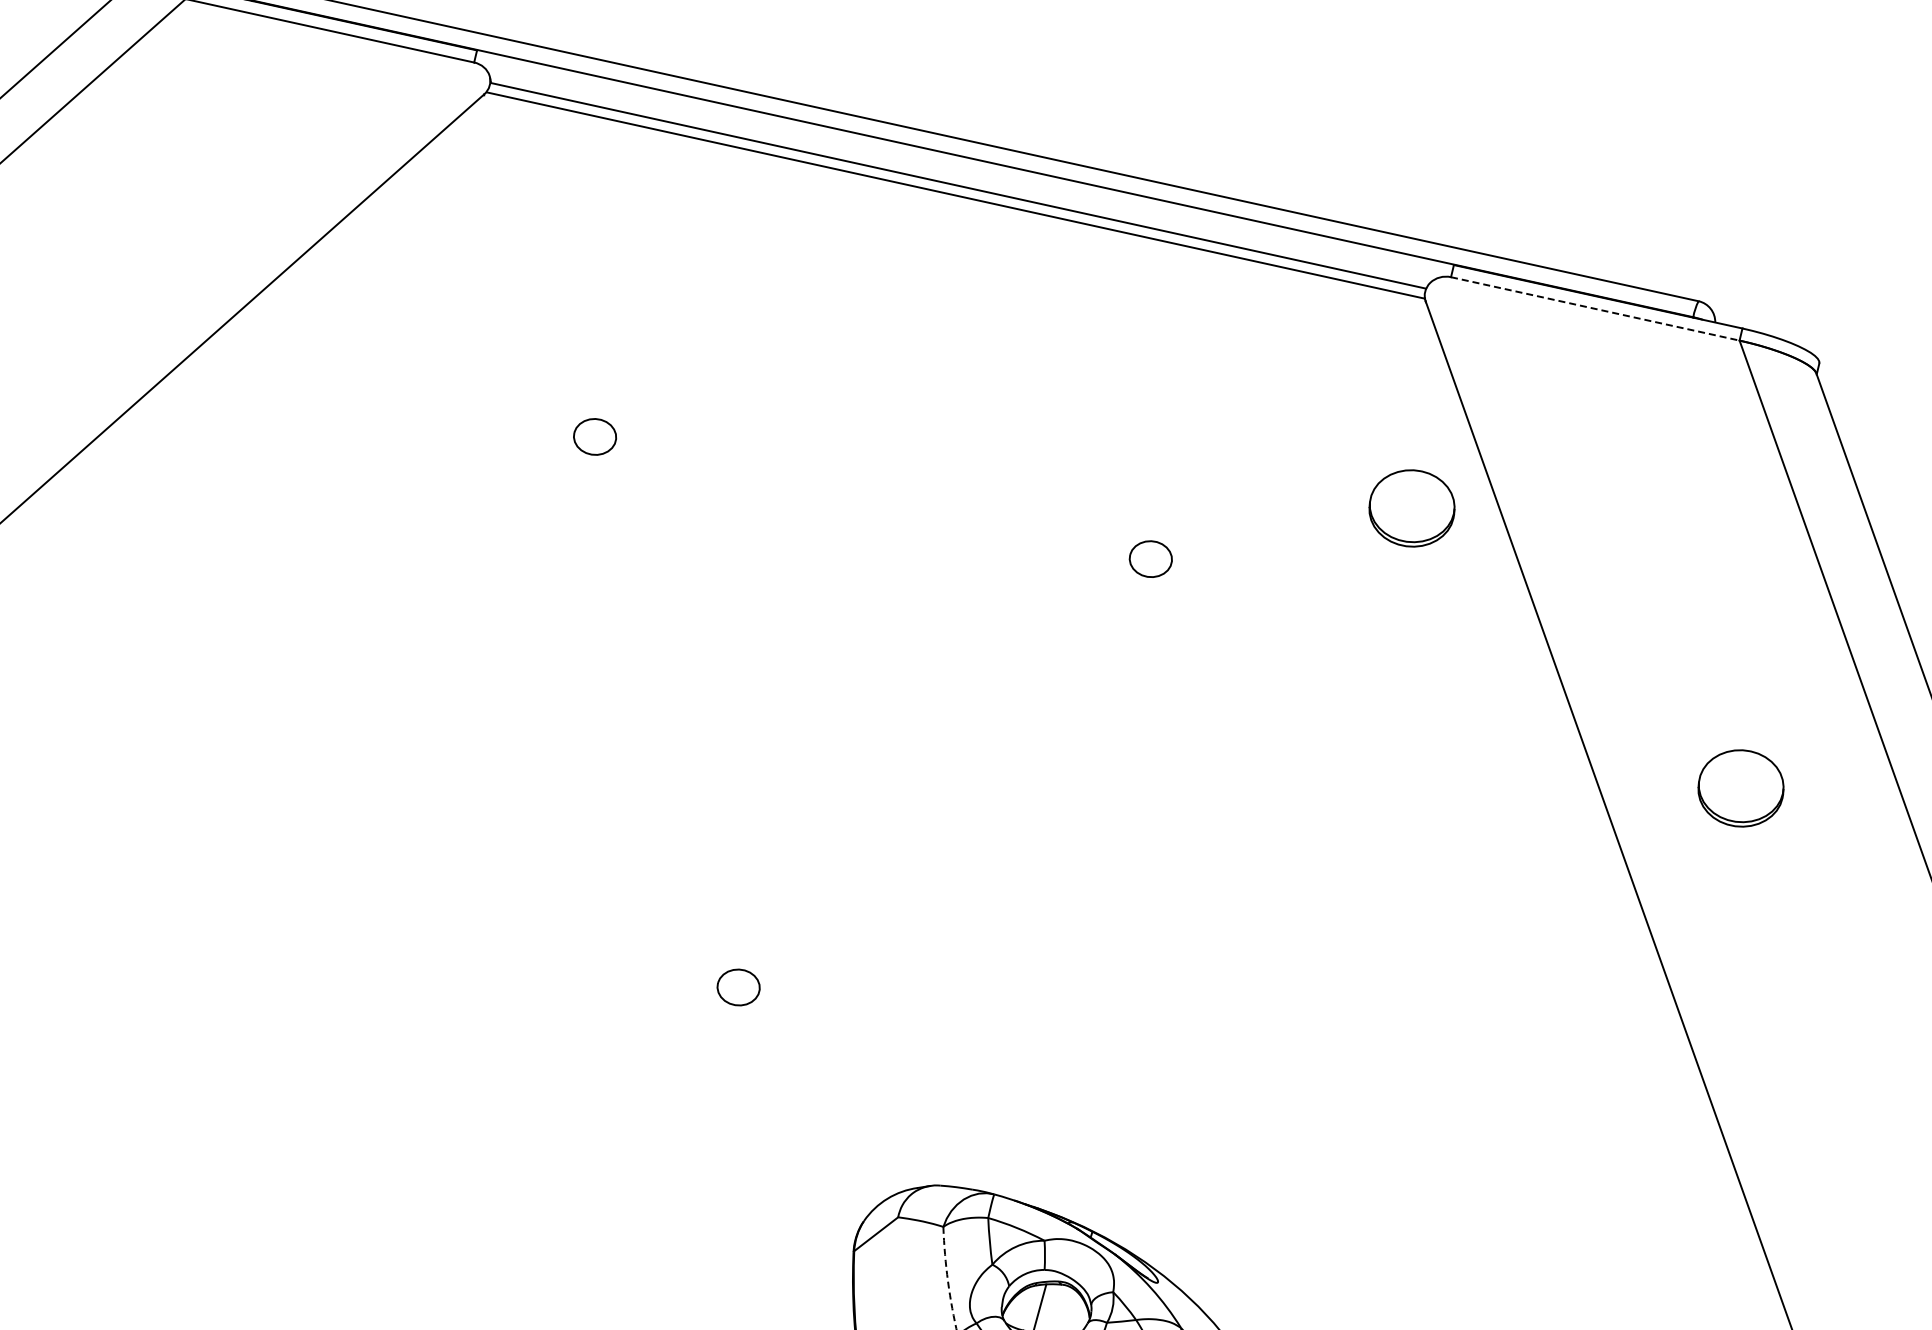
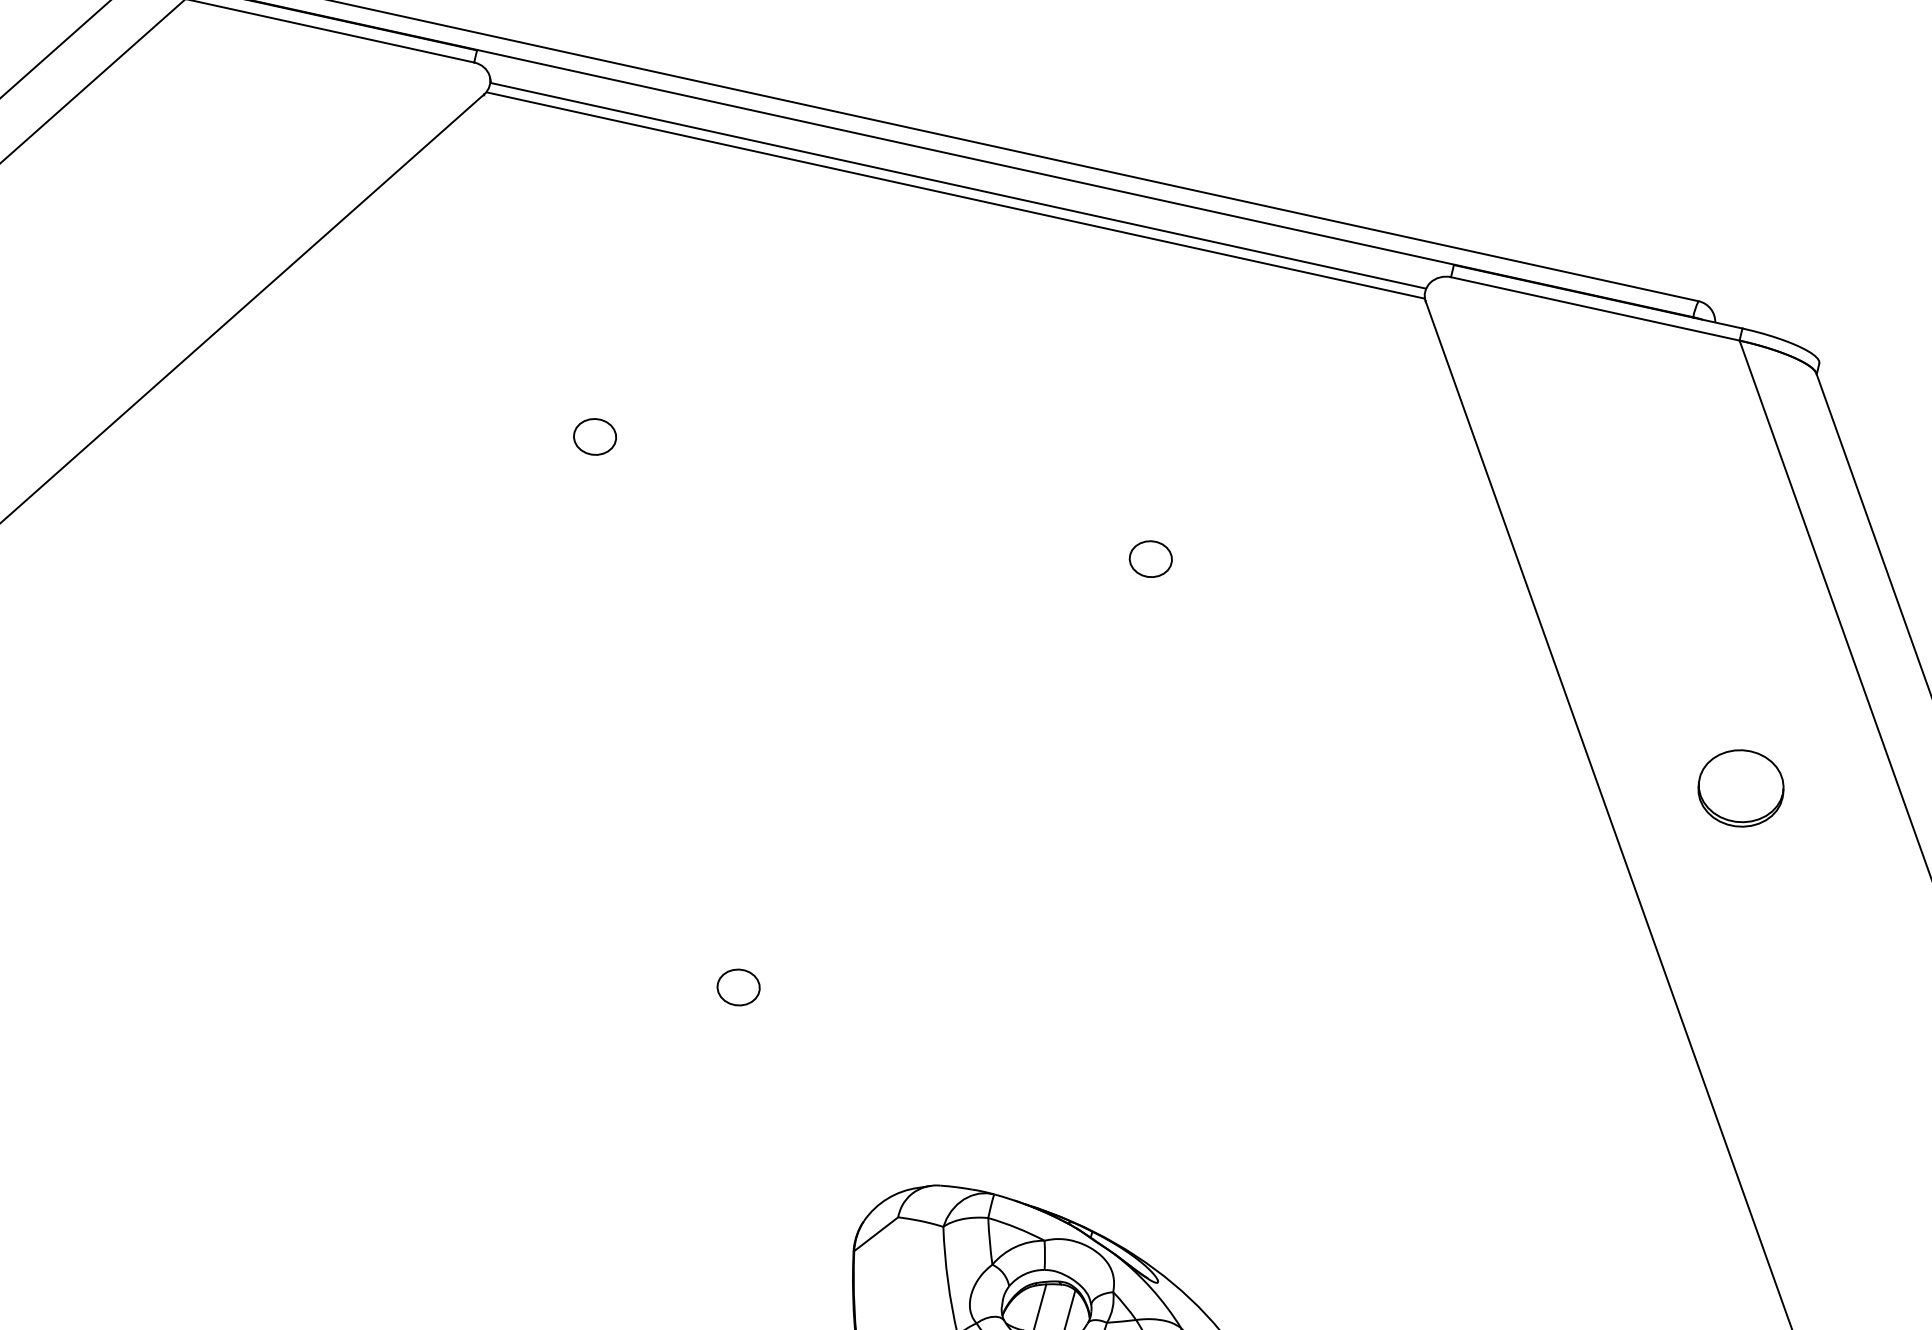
line at (1595, 308): dashed -> solid
part at (1411, 508): present -> none
arc at (947, 1279): dashed -> solid
line at (1070, 1308): none -> present
